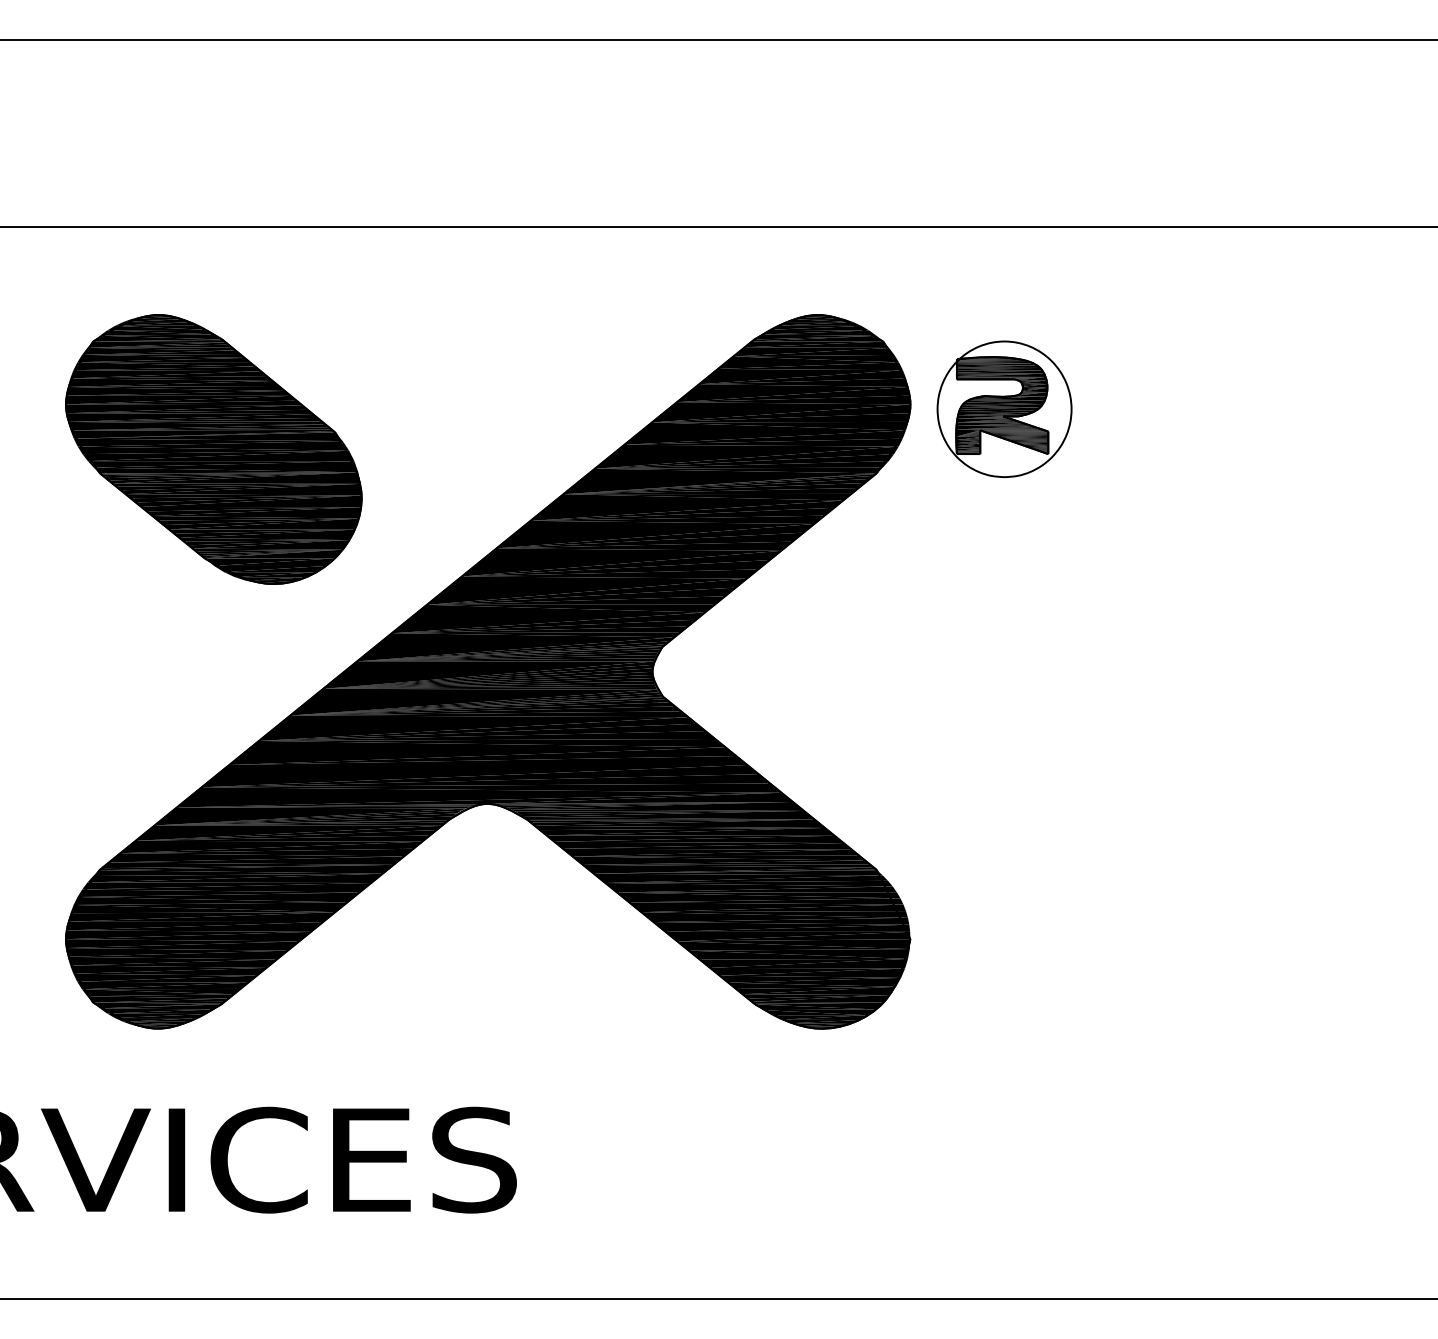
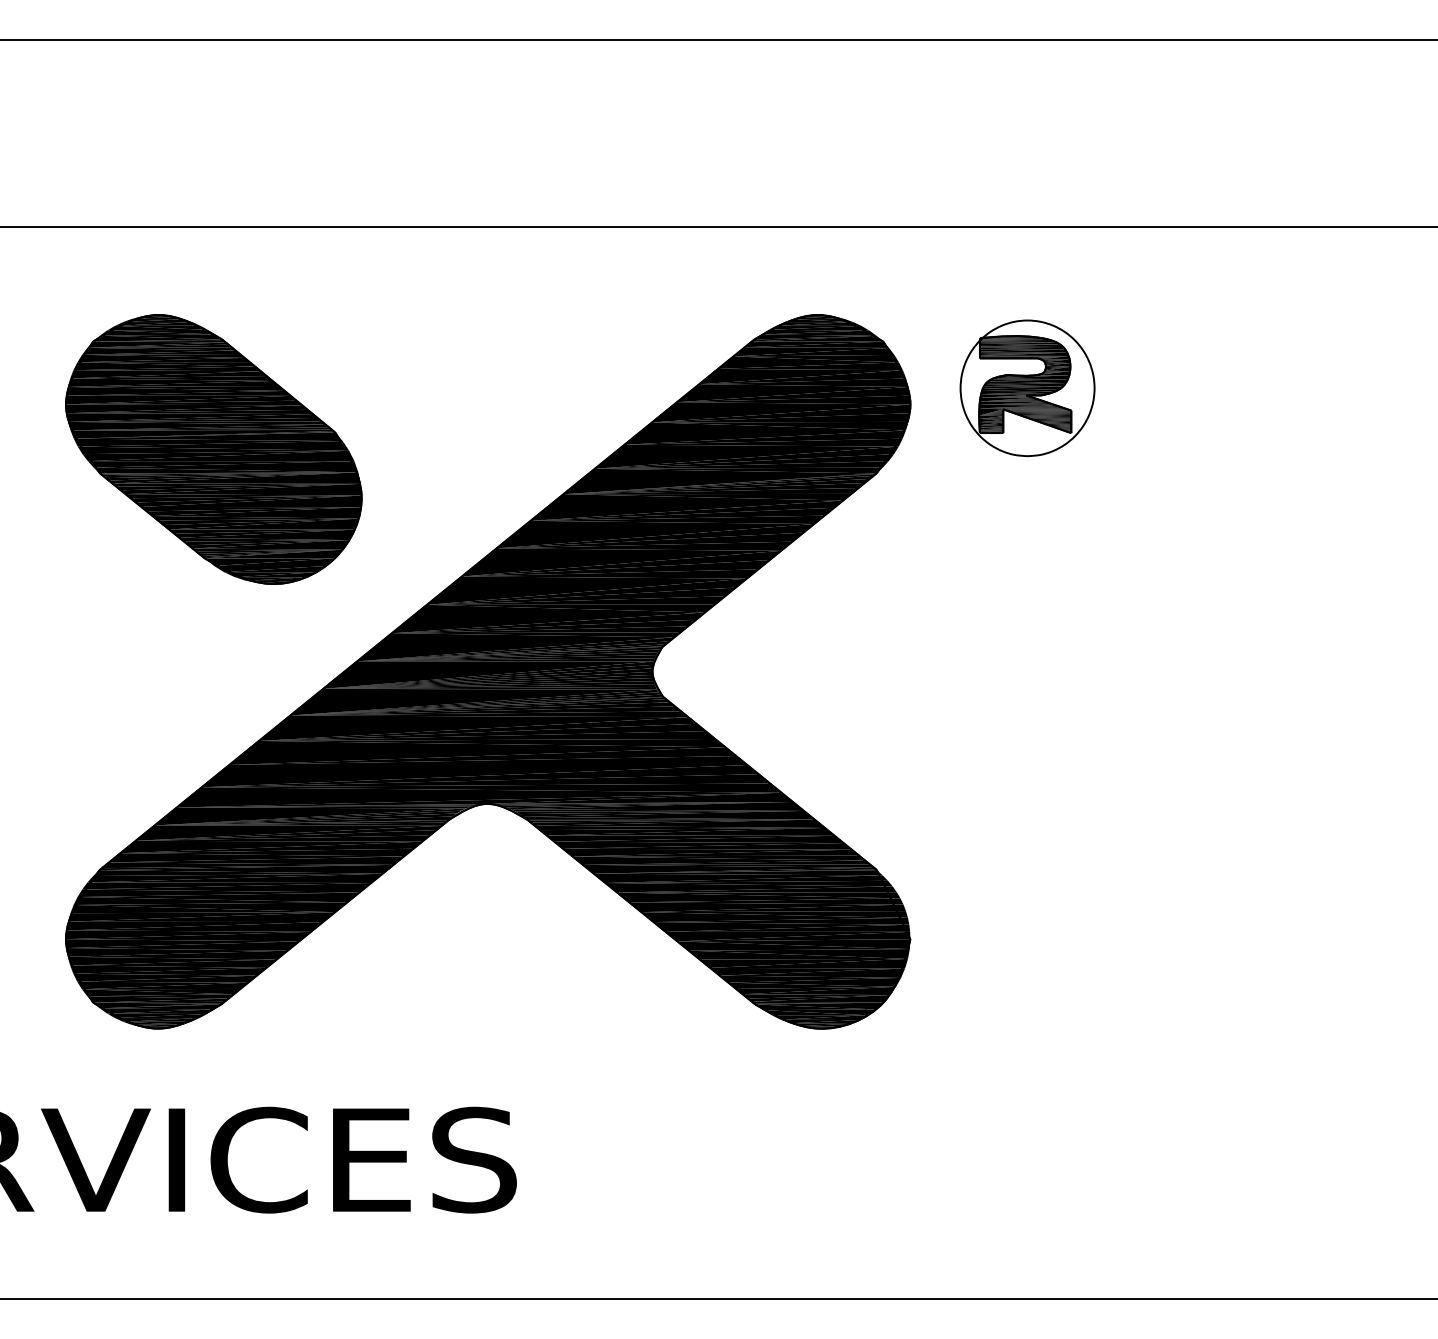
part at (1004, 409) position: (1004, 409) -> (1027, 388)
